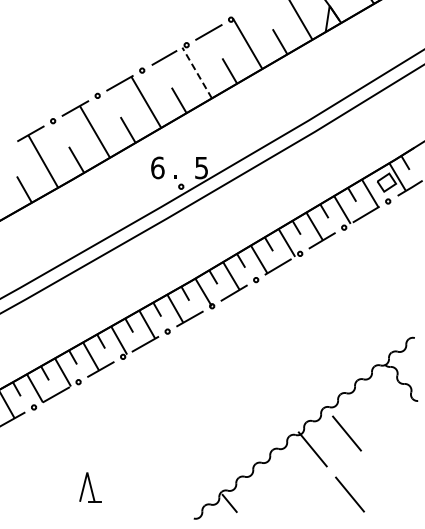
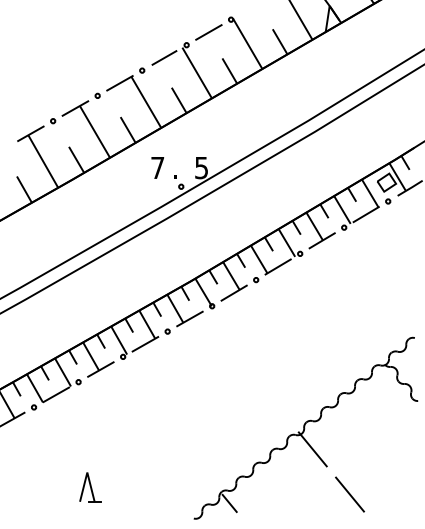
line at (196, 72): dashed -> solid
text at (157, 167): 6 -> 7
line at (346, 433): present -> none
